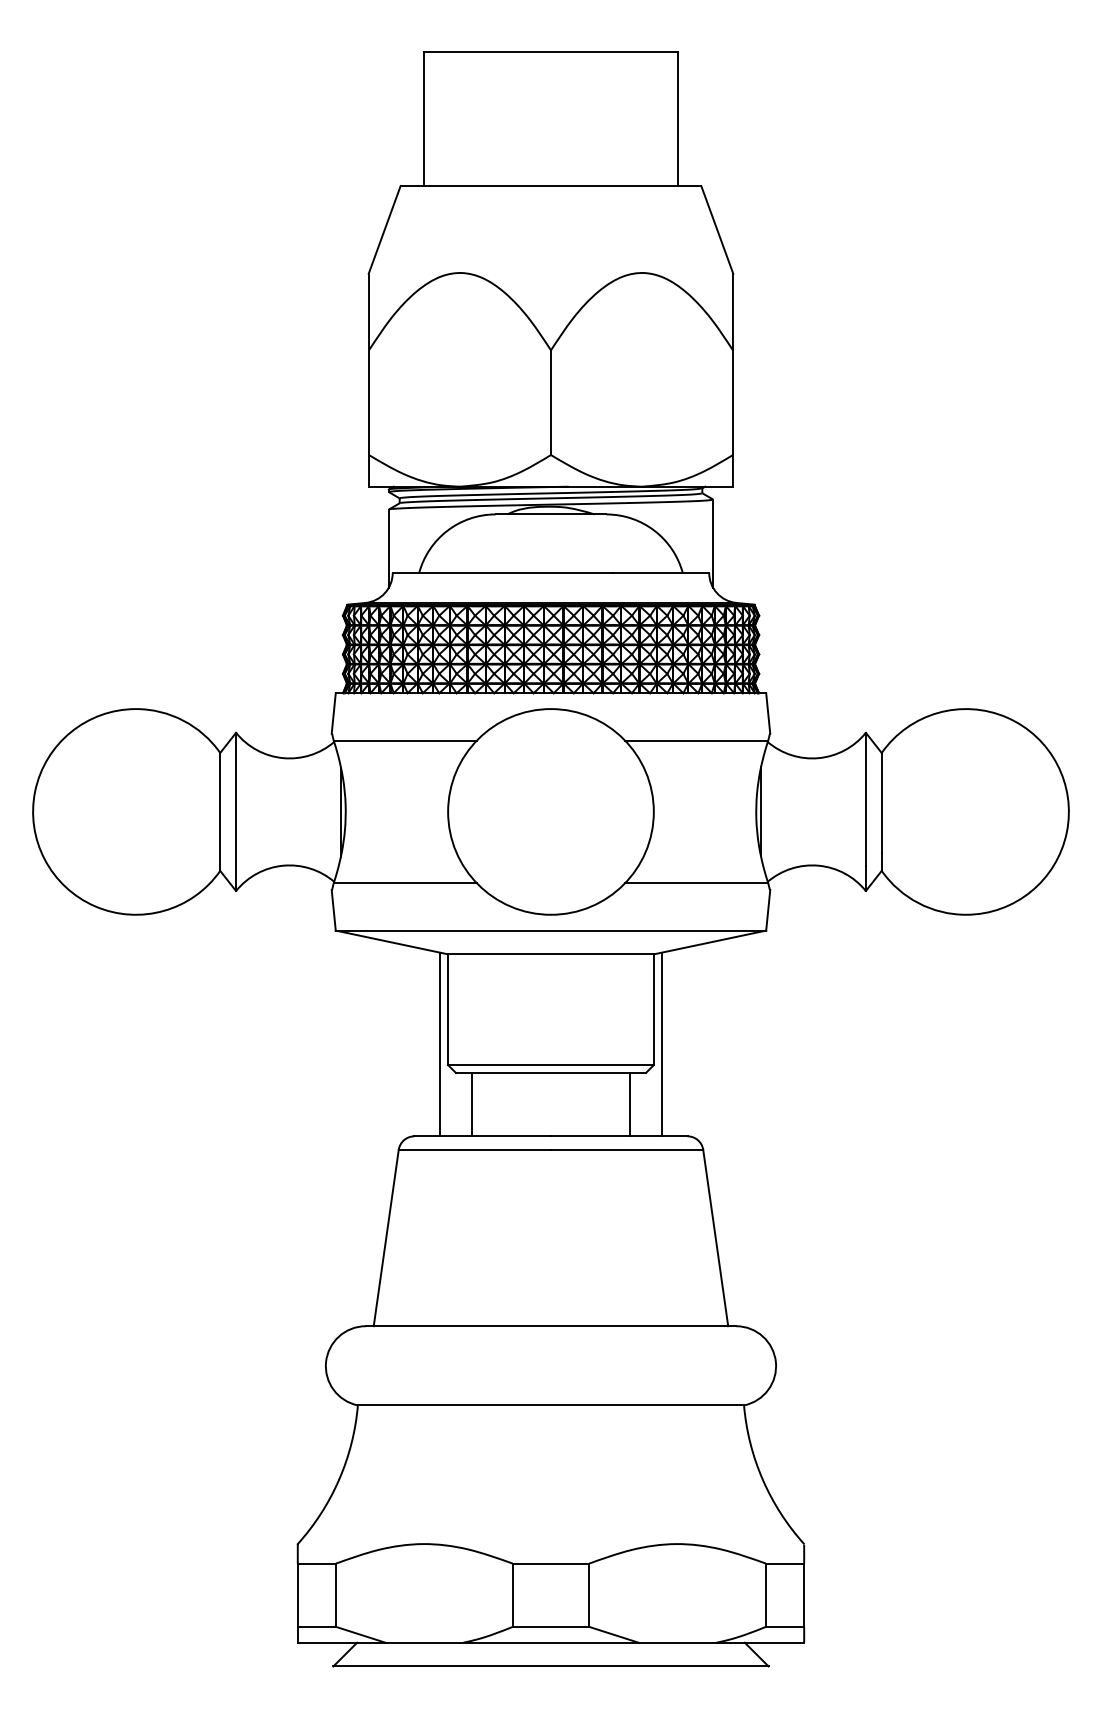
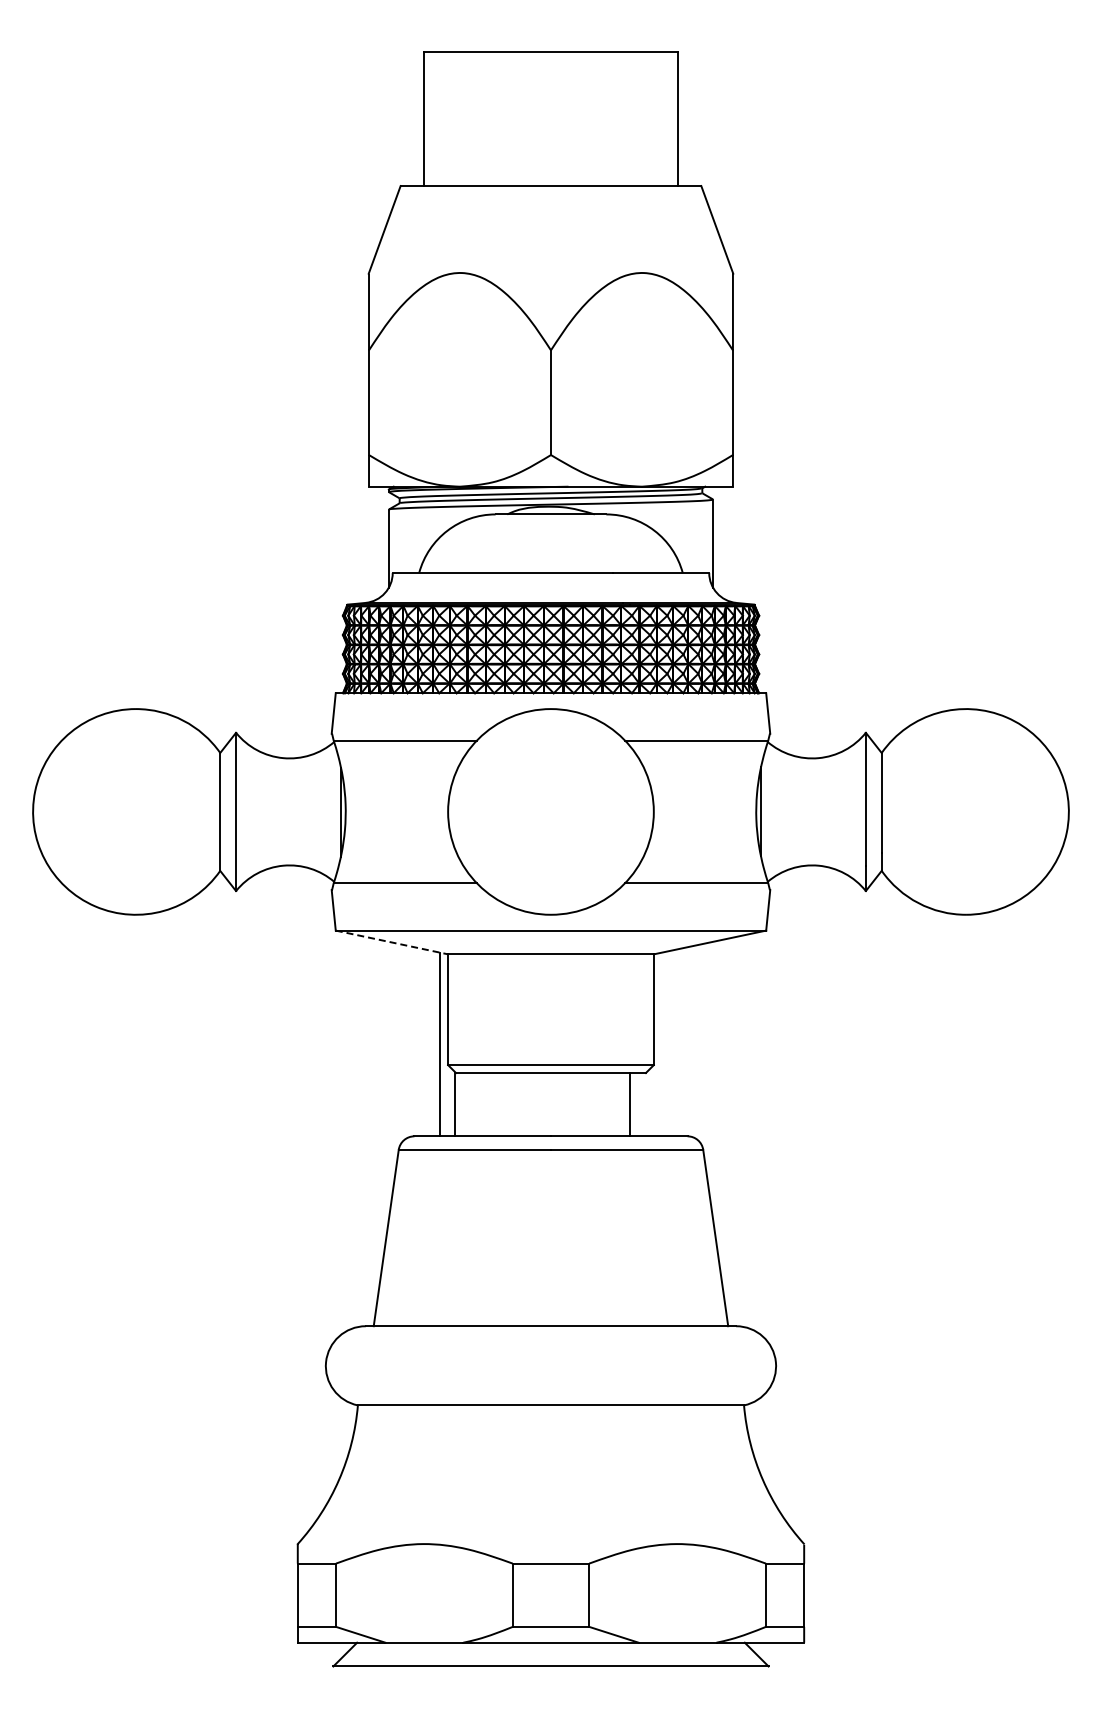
line at (392, 942): solid -> dashed
line at (661, 1044): present -> none
line at (471, 1104) position: (471, 1104) -> (454, 1104)
